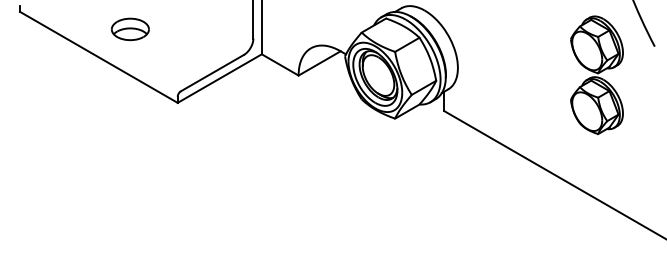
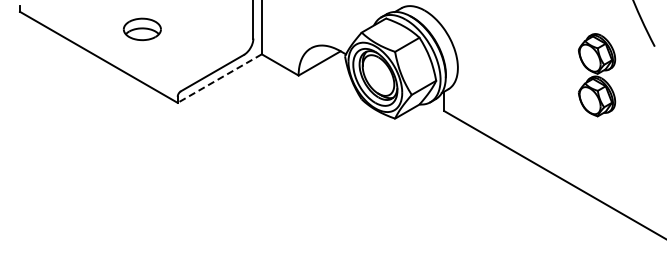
part at (129, 29) position: (129, 29) -> (141, 29)
part at (596, 74) size: 54x120 px -> 40x85 px
line at (219, 78): solid -> dashed
